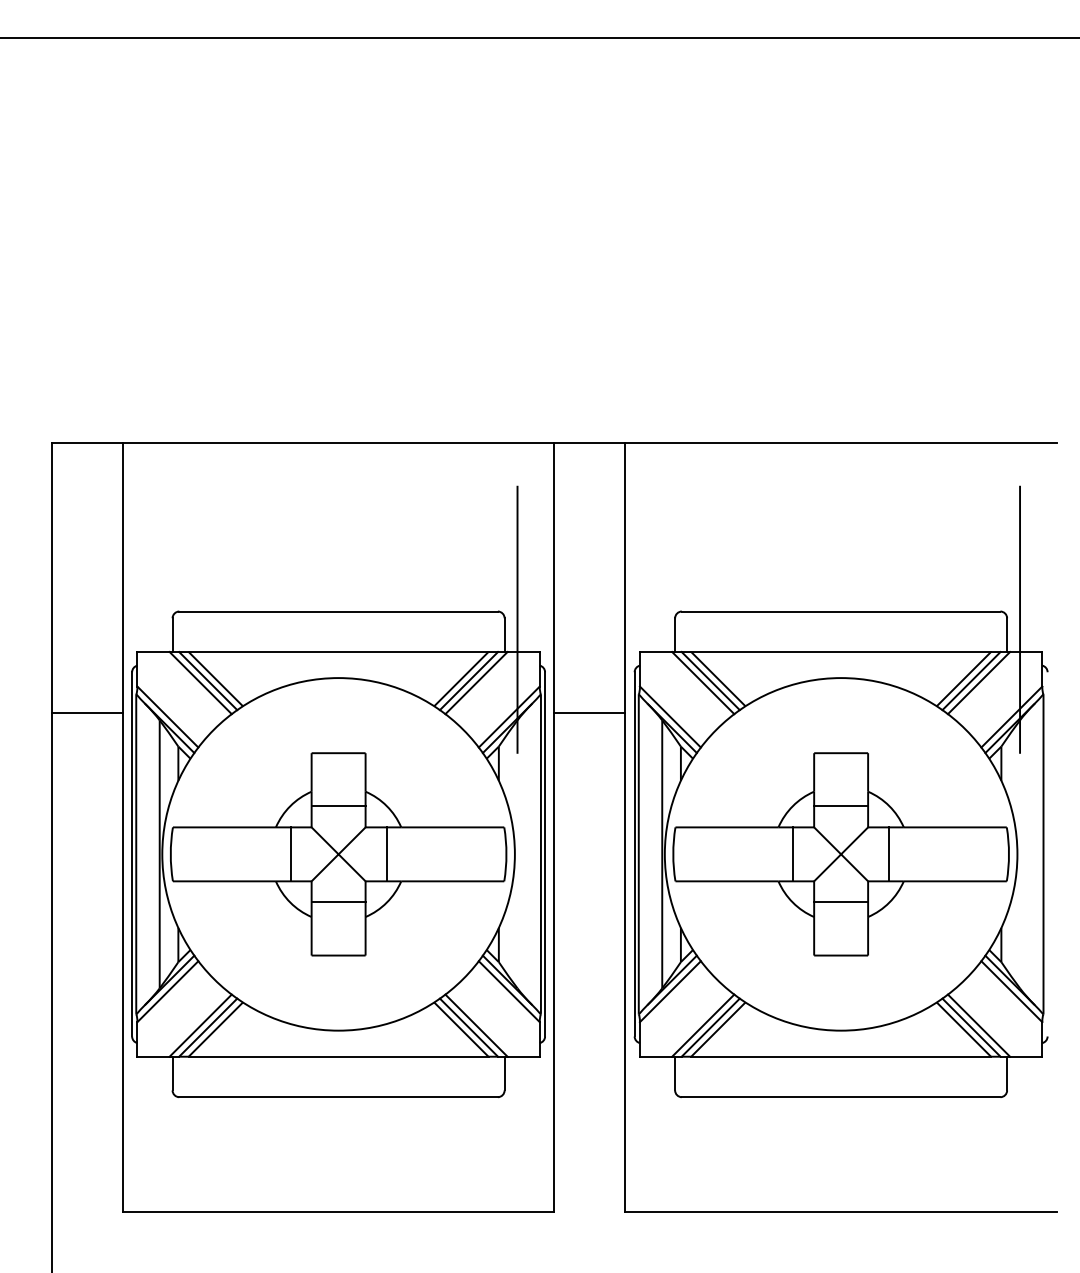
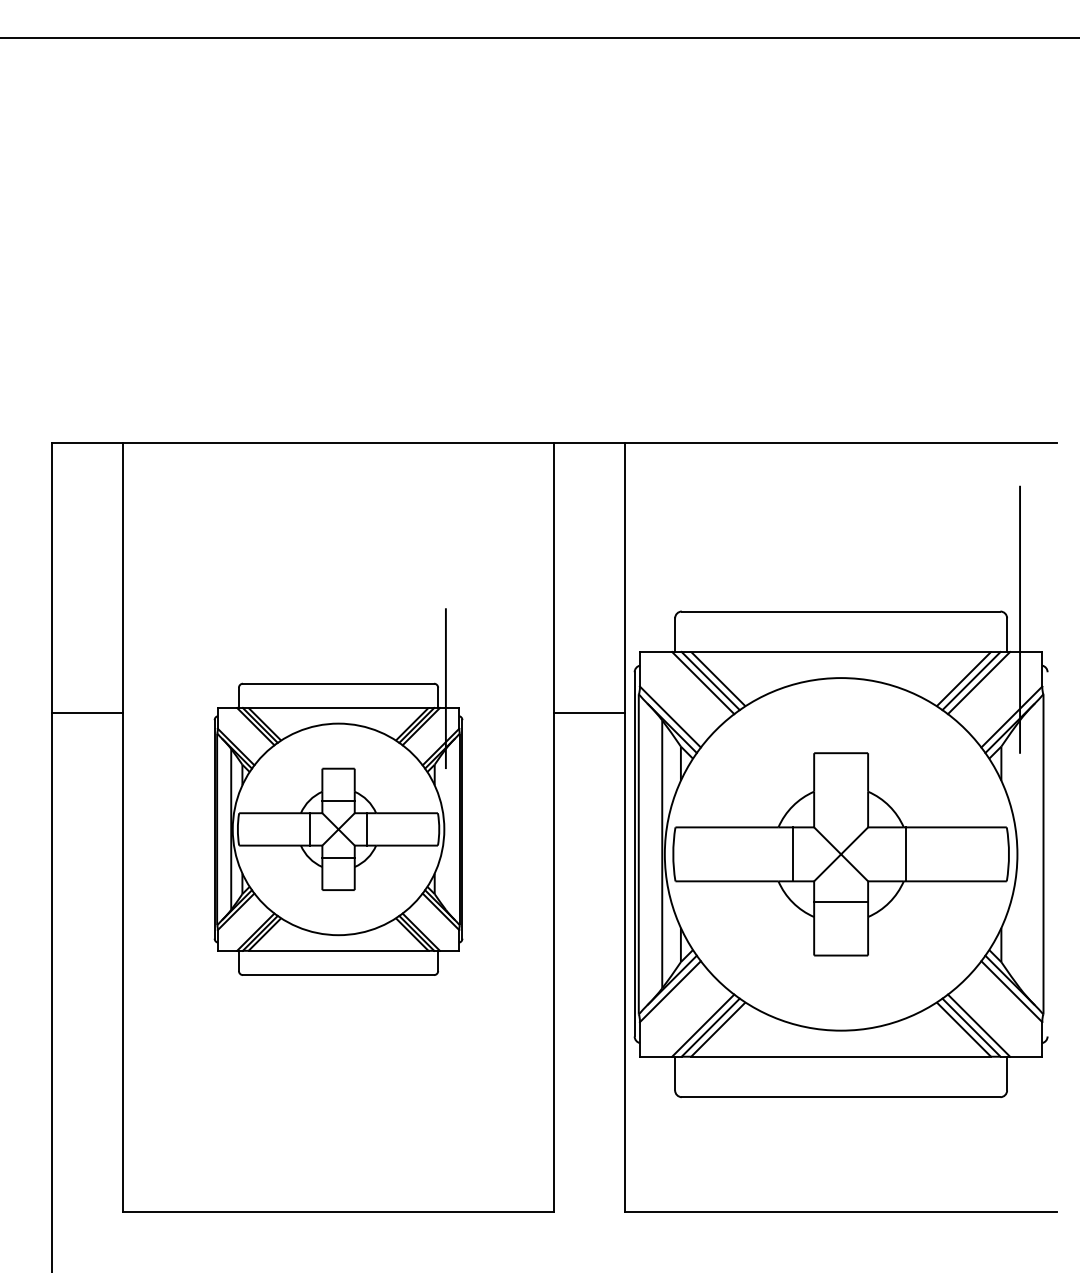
part at (338, 791) size: 415x614 px -> 251x368 px
line at (841, 806): present -> none
line at (889, 854) position: (889, 854) -> (906, 854)
